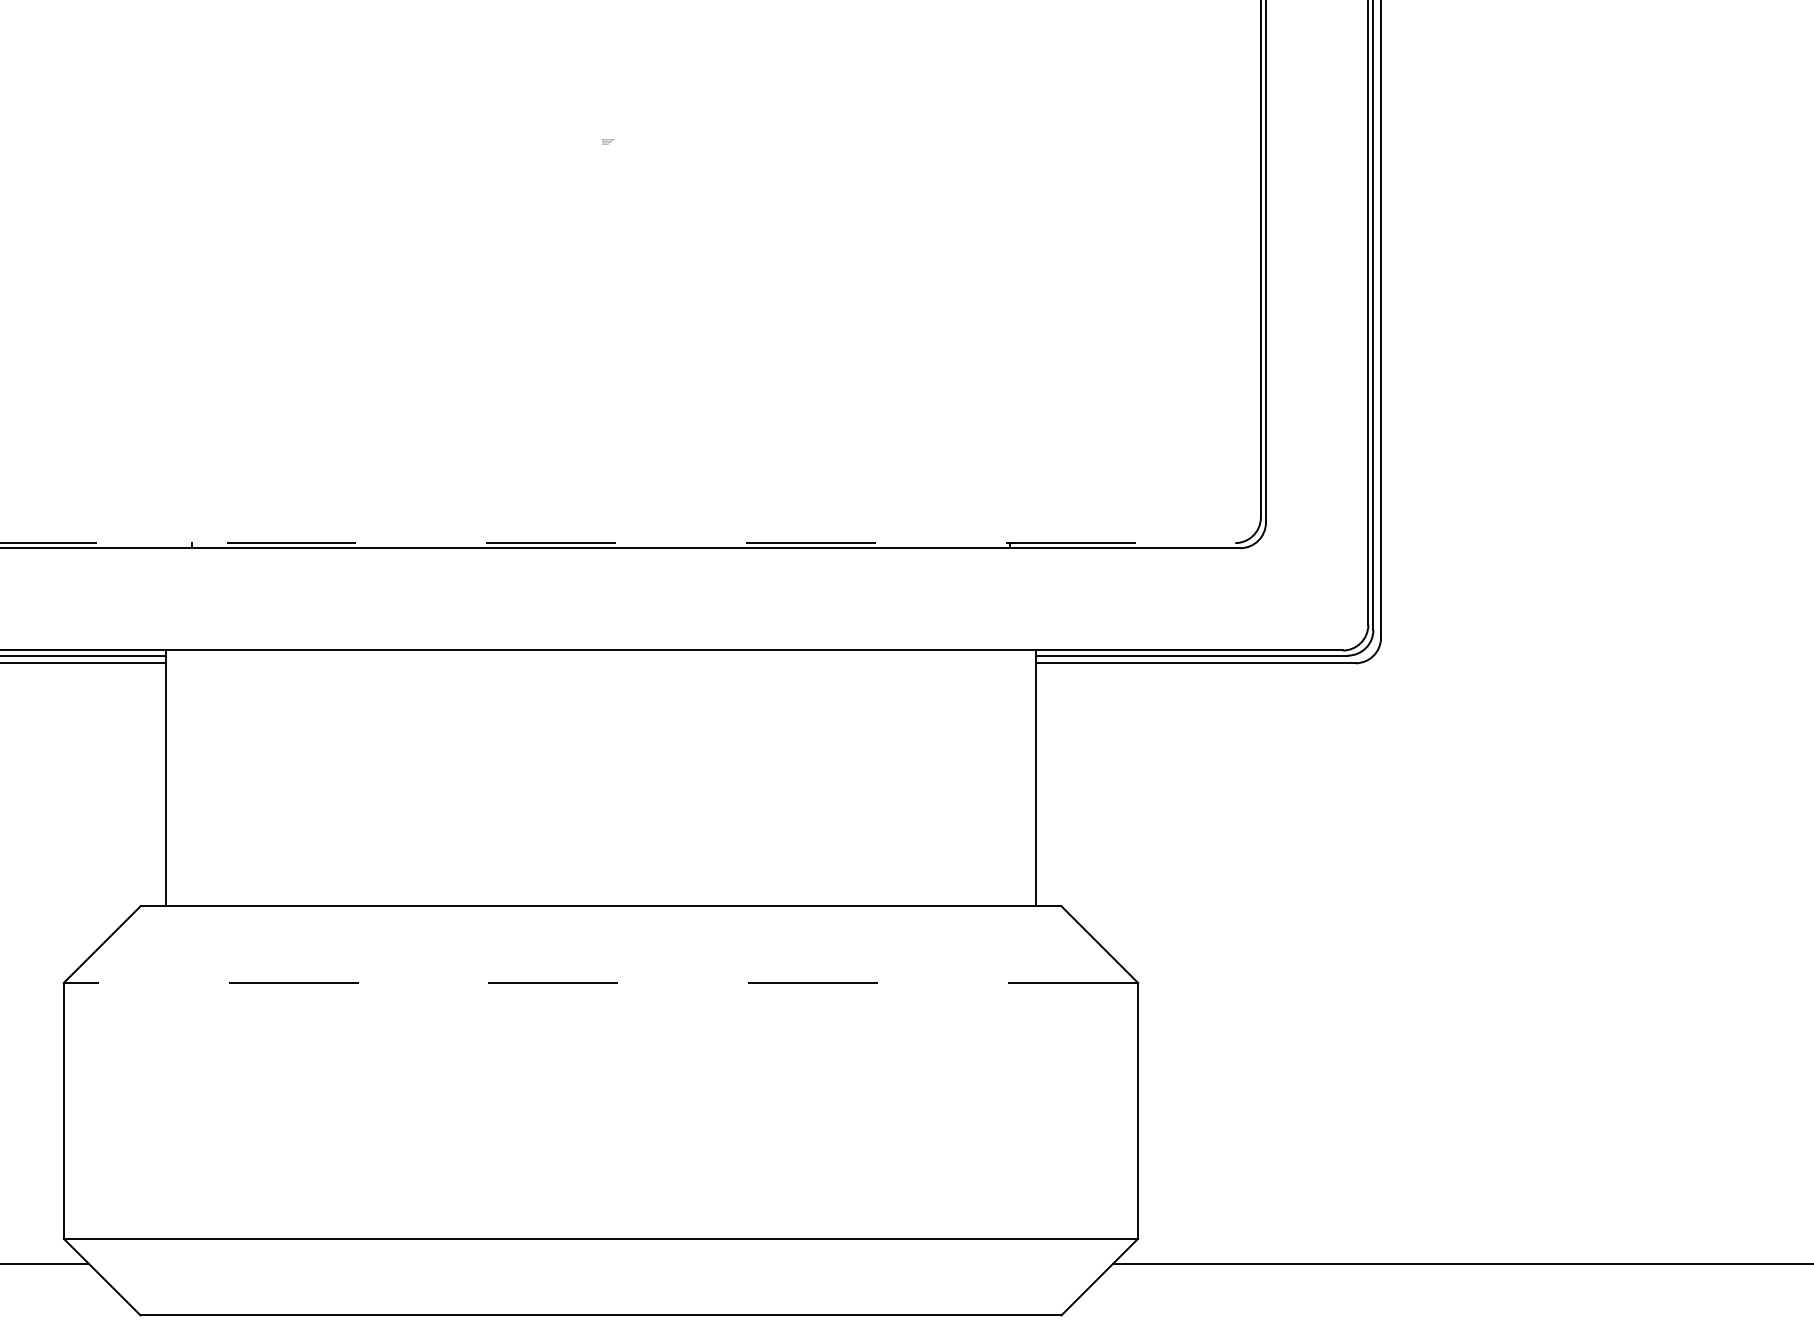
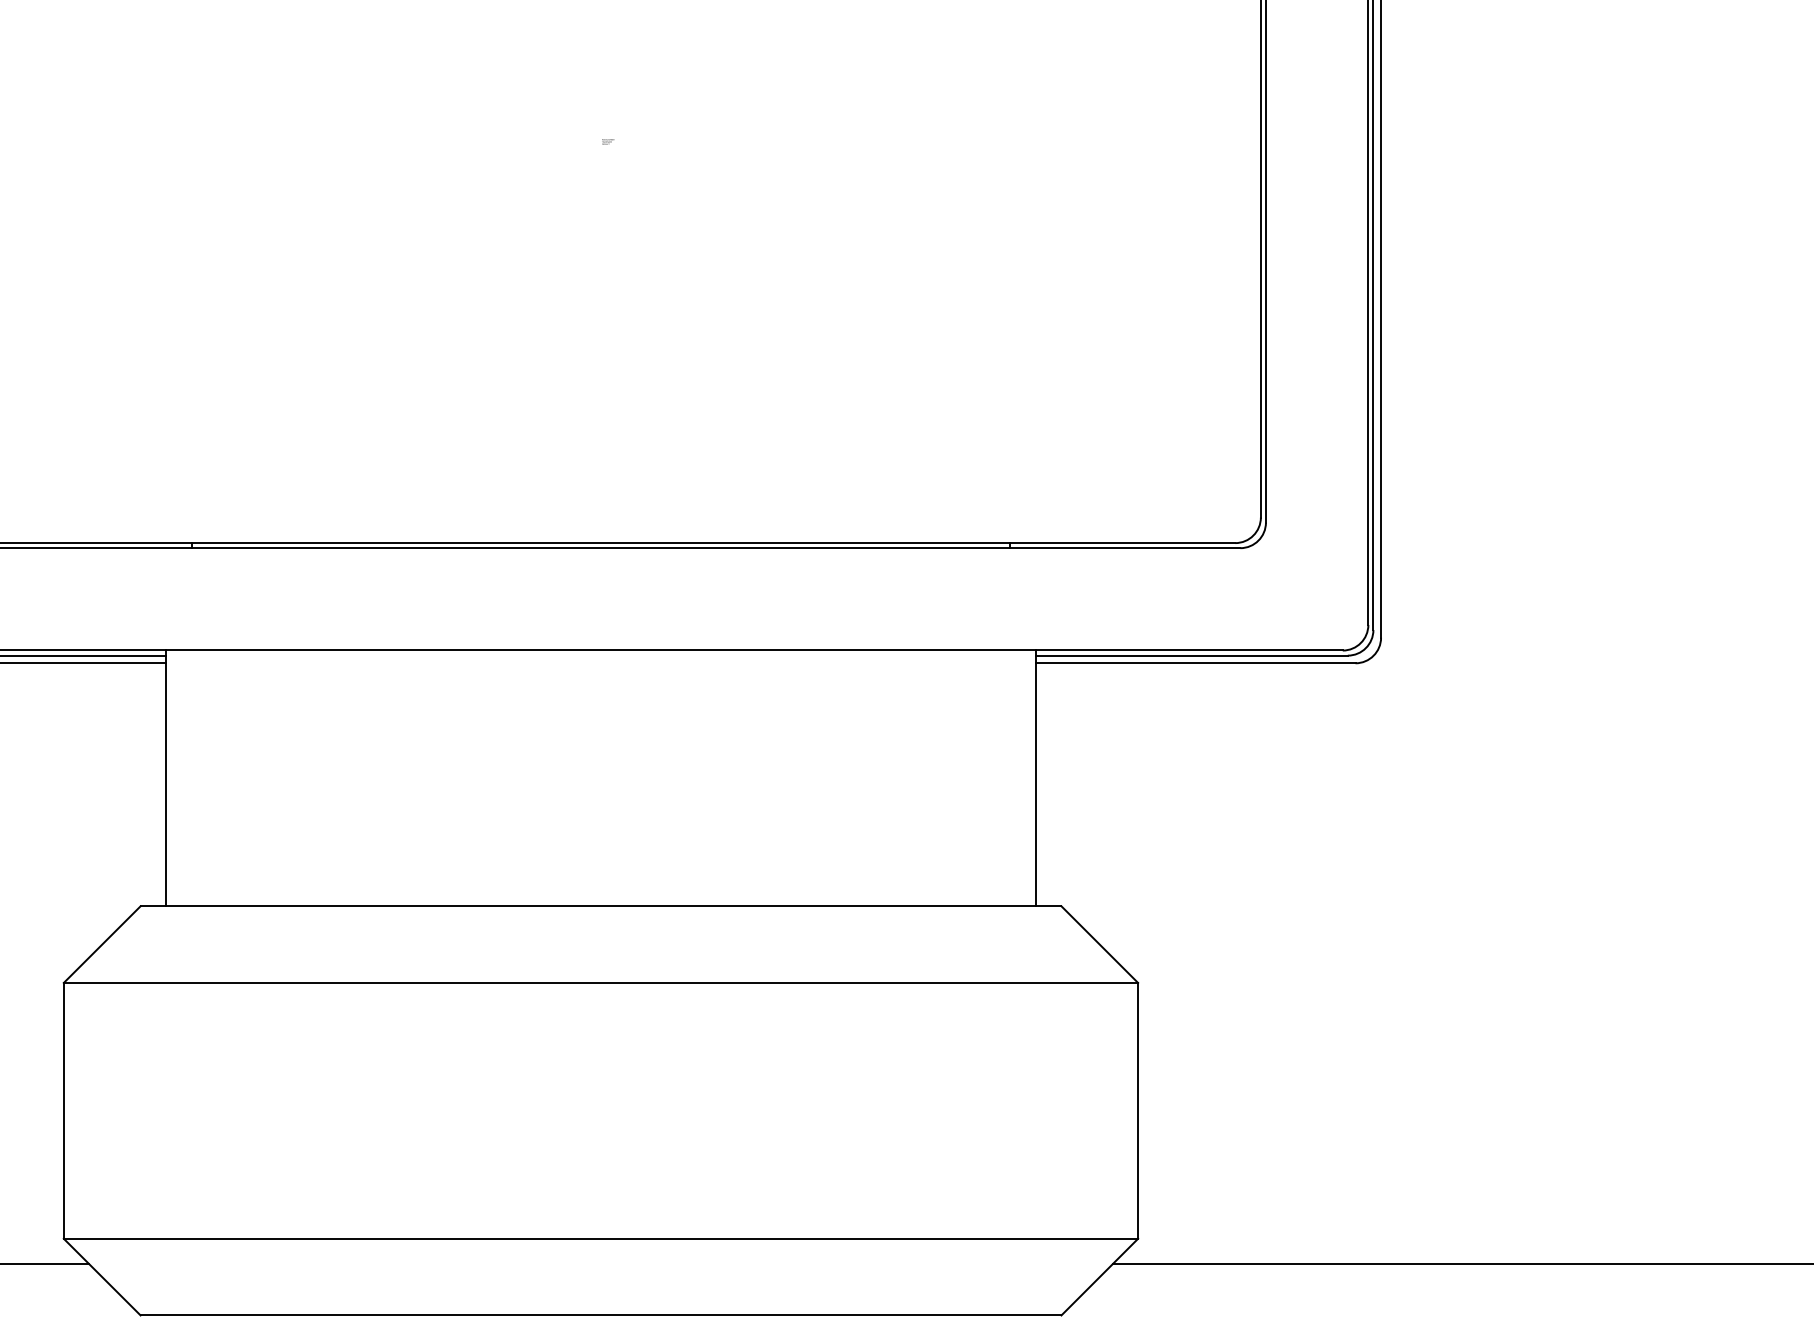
line at (618, 543): dashed -> solid
line at (600, 982): dashed -> solid
